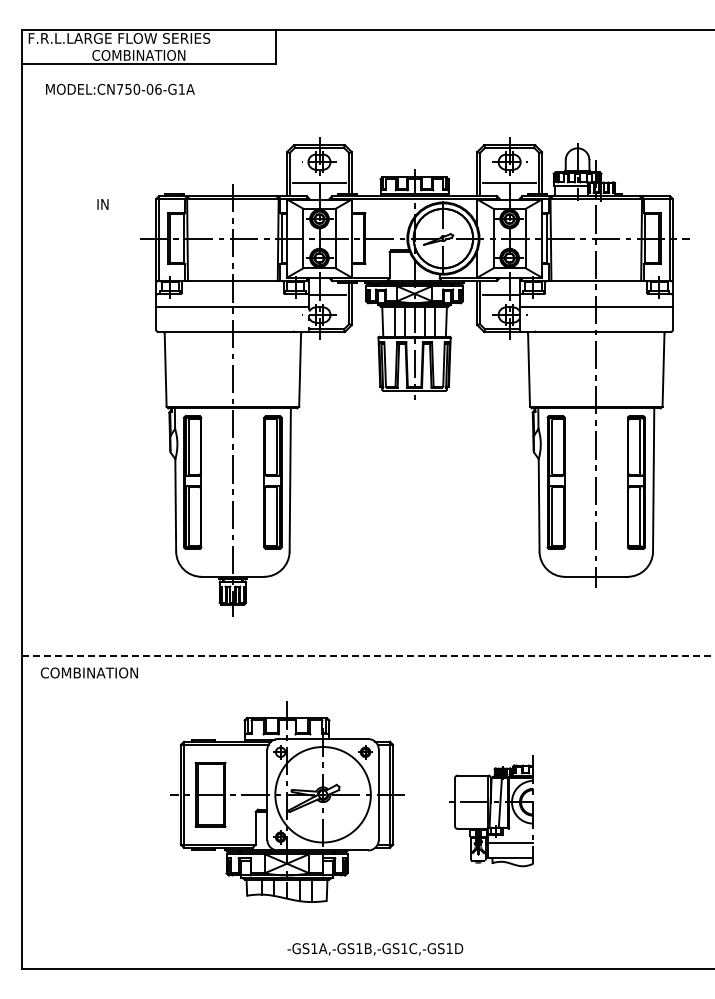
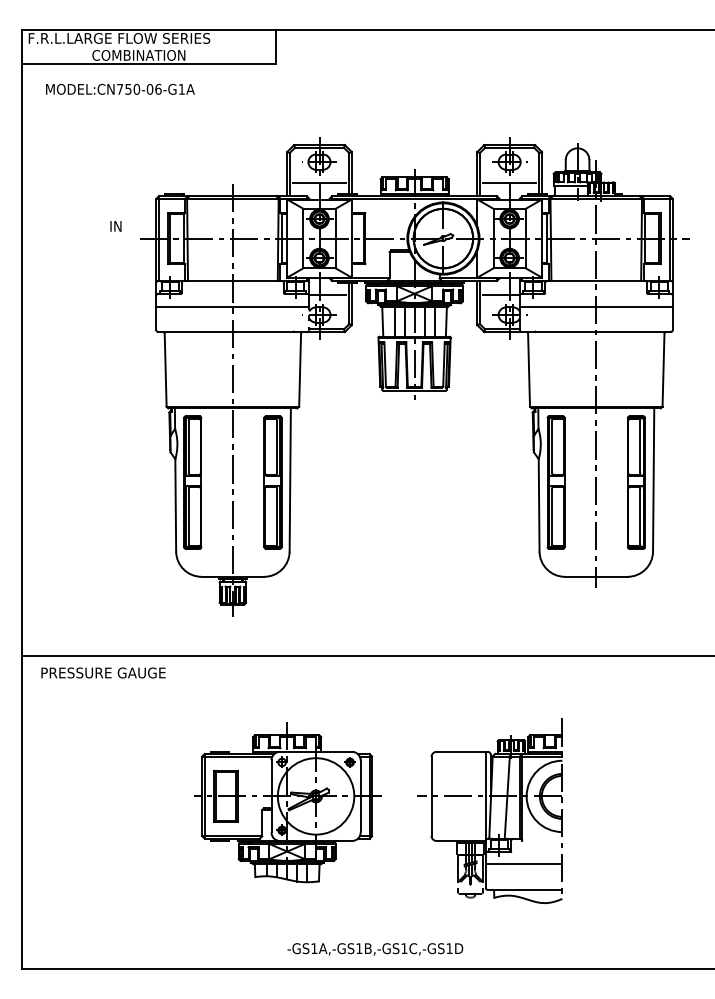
text at (102, 204) position: (102, 204) -> (115, 226)
line at (368, 656): dashed -> solid
text at (102, 672): COMBINATION -> PRESSURE GAUGE
part at (287, 801) size: 235x202 px -> 188x162 px
part at (491, 811) size: 85x113 px -> 146x186 px
